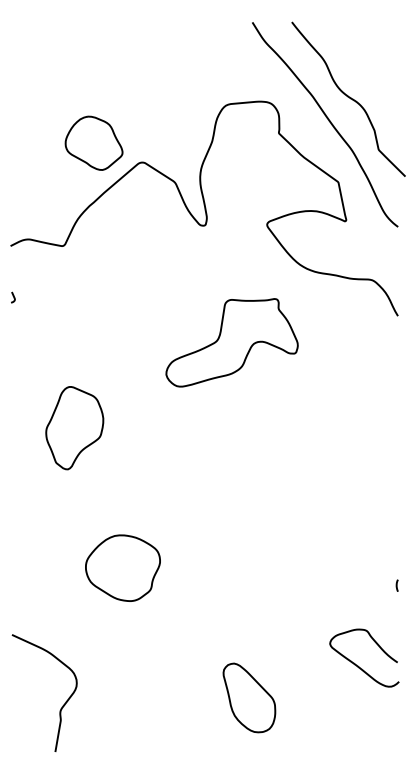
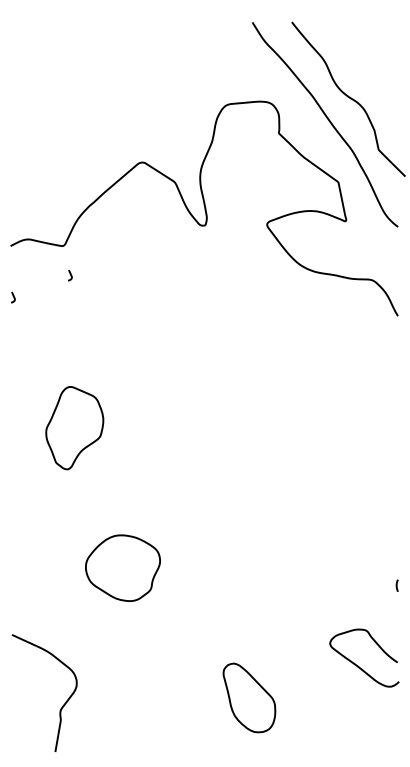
part at (93, 142): present -> none
curve at (70, 275): none -> present
part at (231, 342): present -> none
